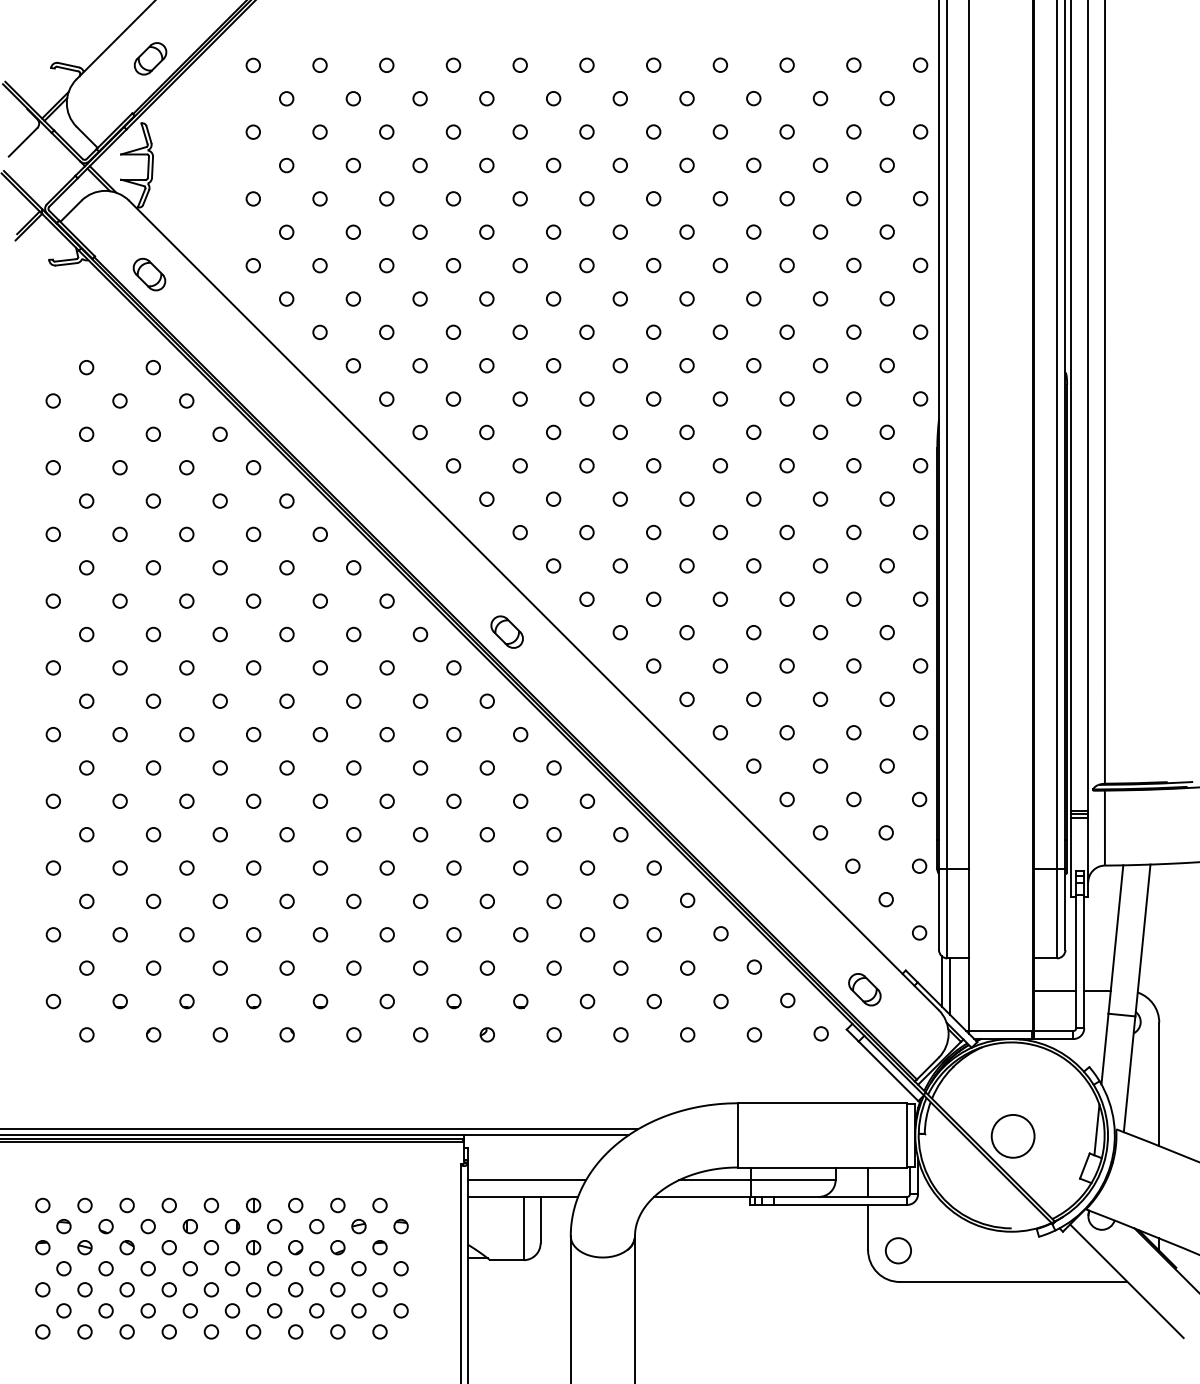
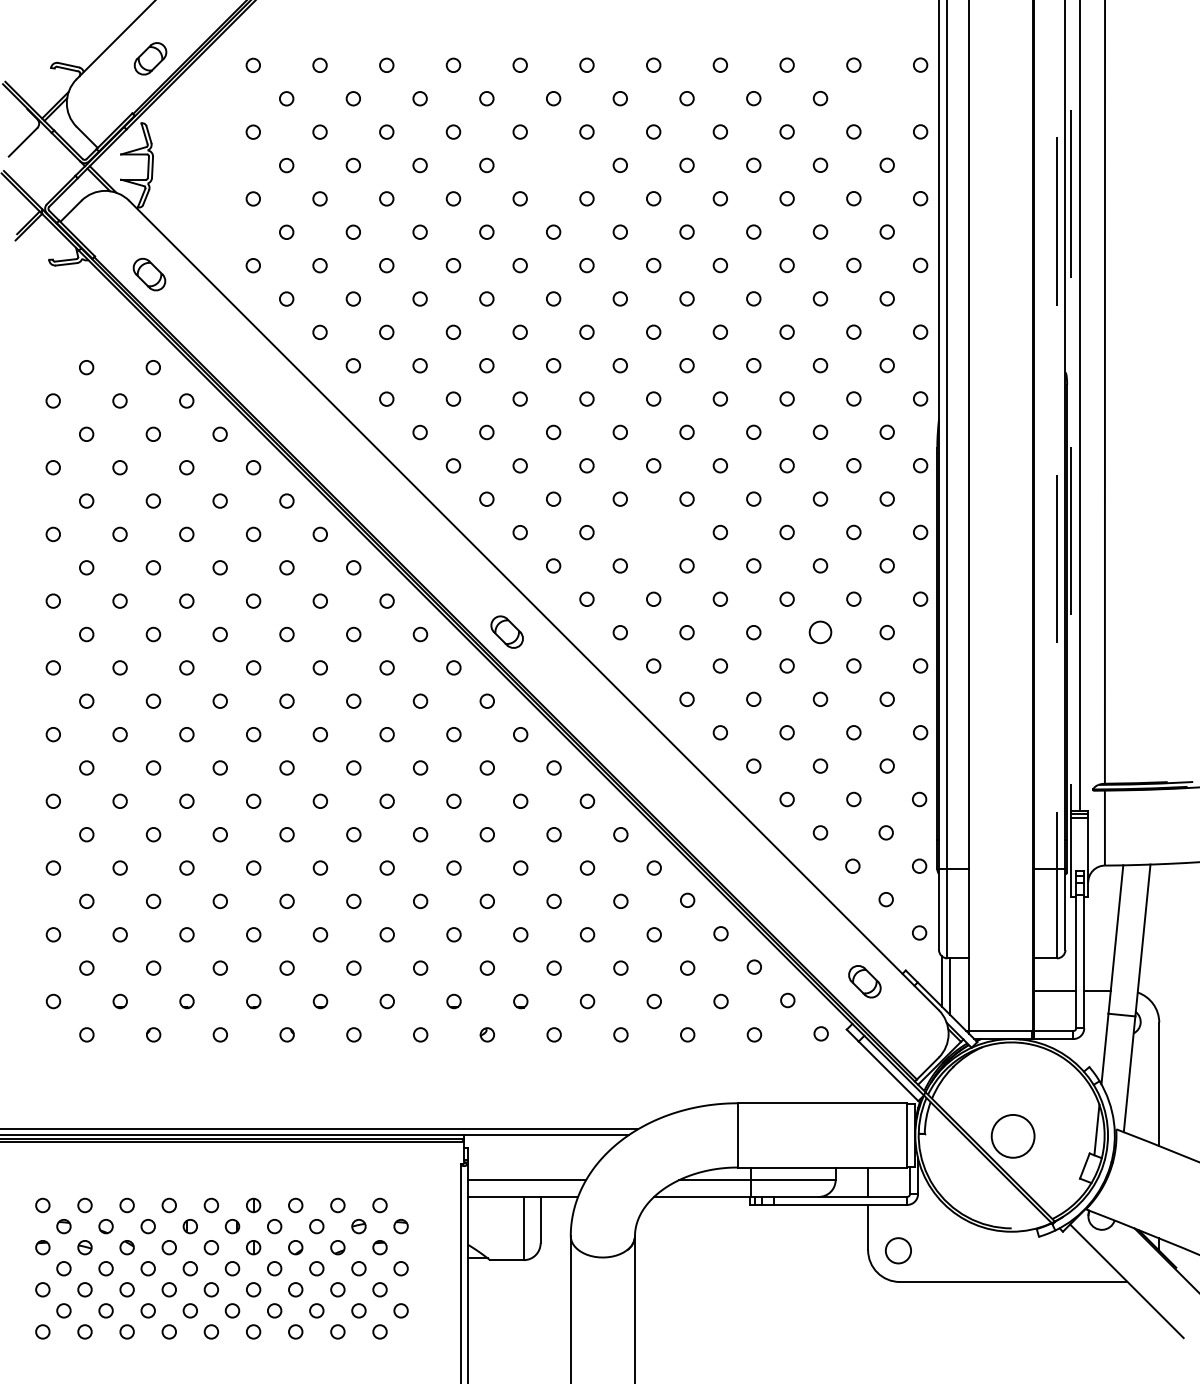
circle at (886, 98): present -> none
circle at (553, 165): present -> none
line at (1071, 406): solid -> dashed
line at (1088, 406) position: (1088, 406) -> (1080, 406)
line at (1057, 435): solid -> dashed
circle at (653, 532): present -> none
circle at (820, 632) size: 17x16 px -> 25x25 px
part at (864, 989) position: (864, 989) -> (864, 981)
